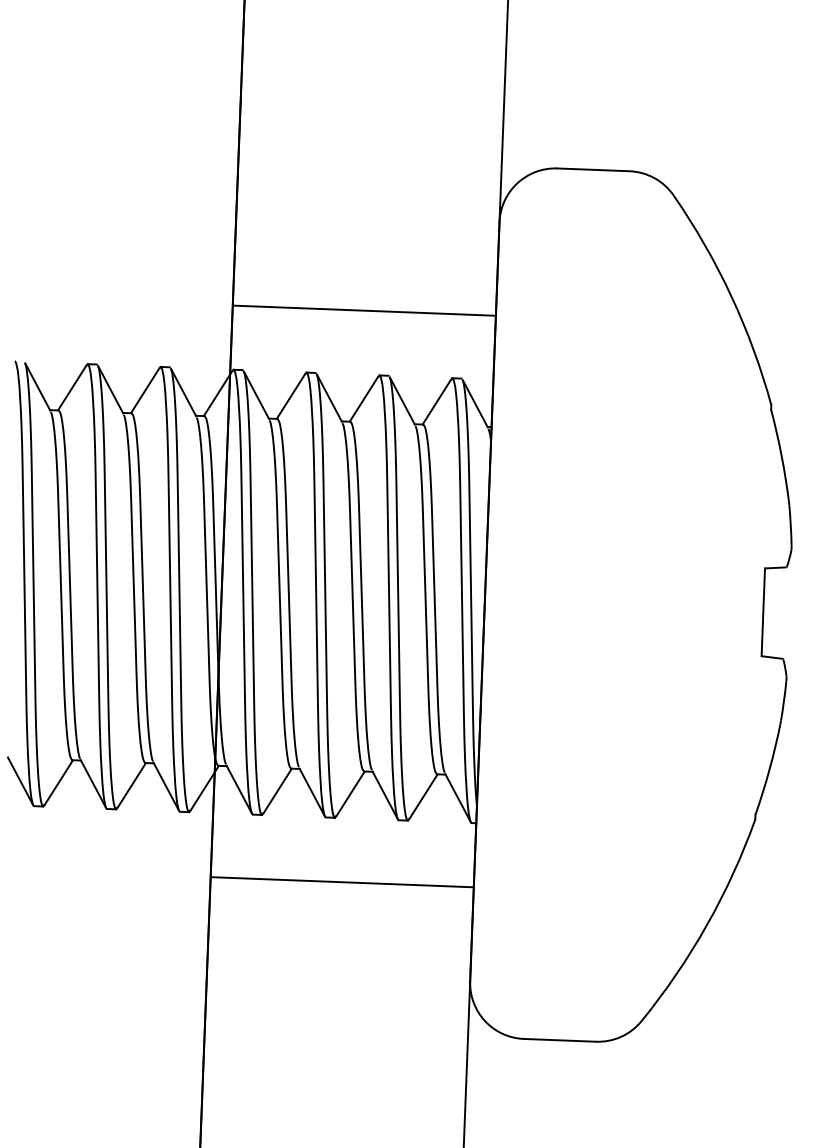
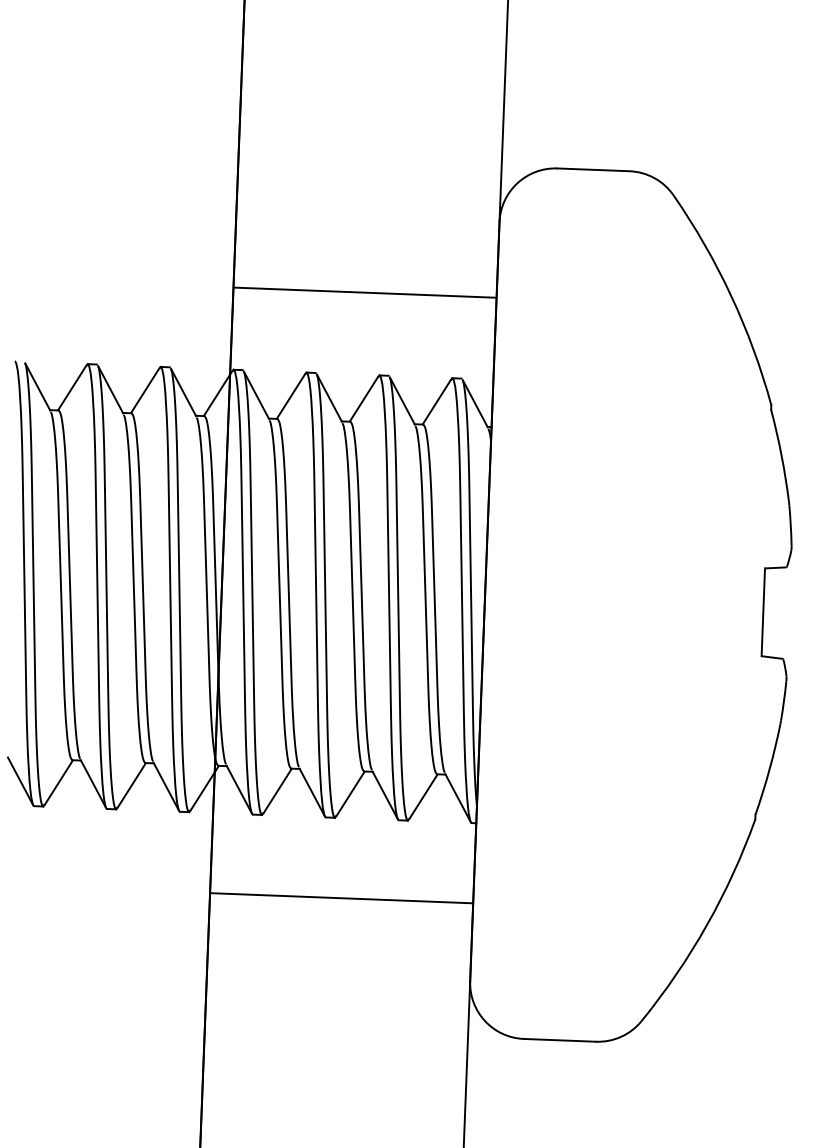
line at (363, 310) position: (363, 310) -> (364, 292)
line at (341, 882) position: (341, 882) -> (340, 898)
